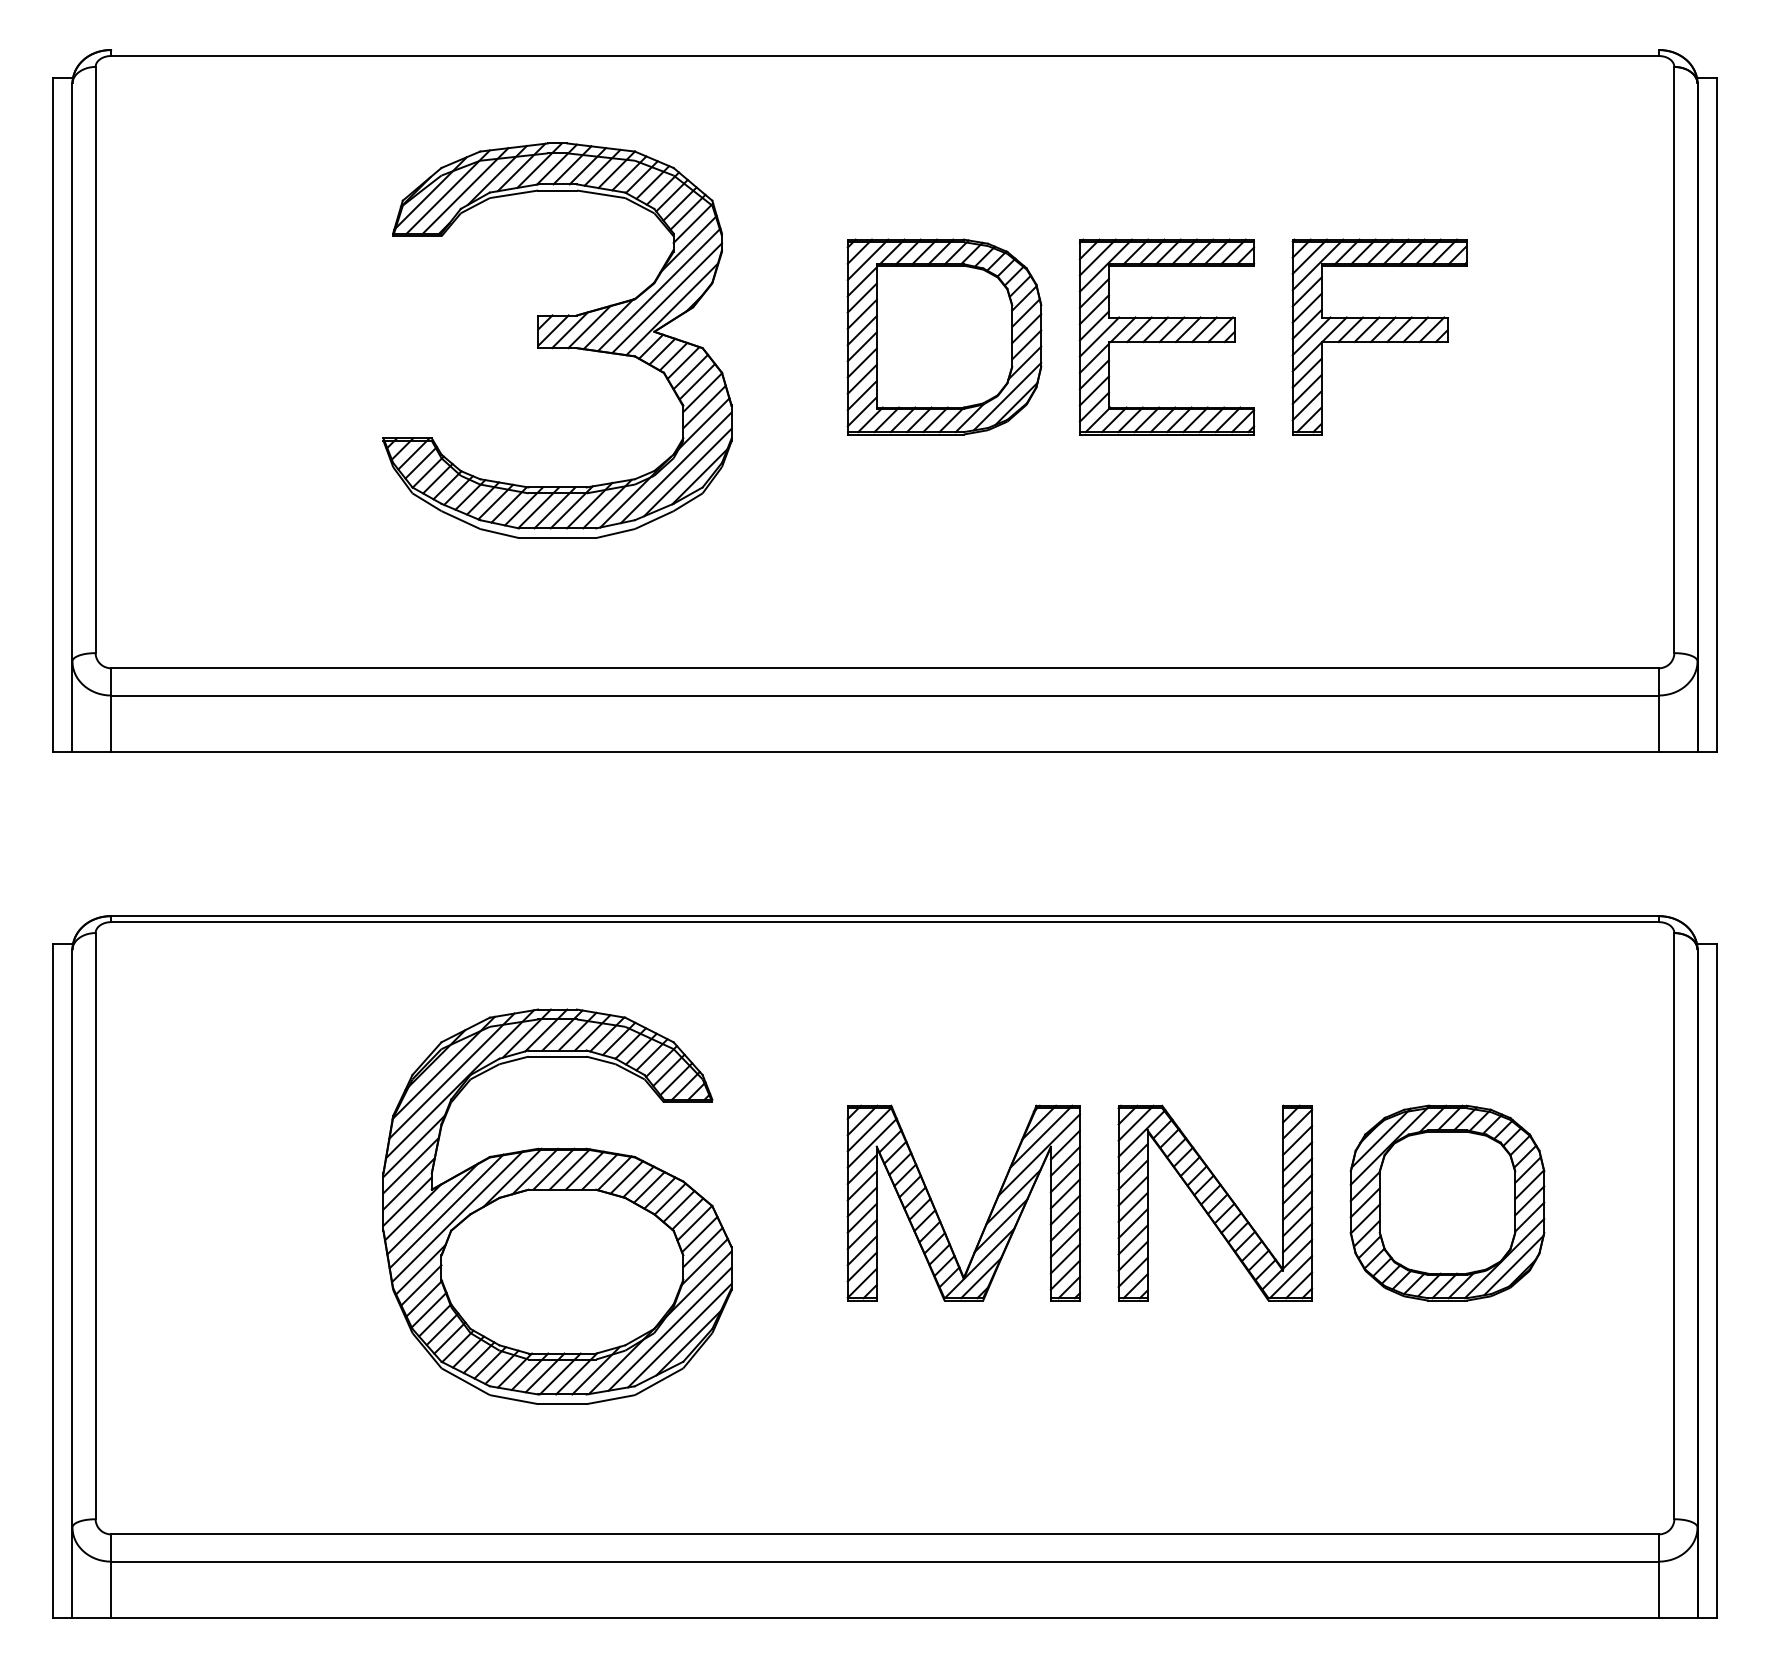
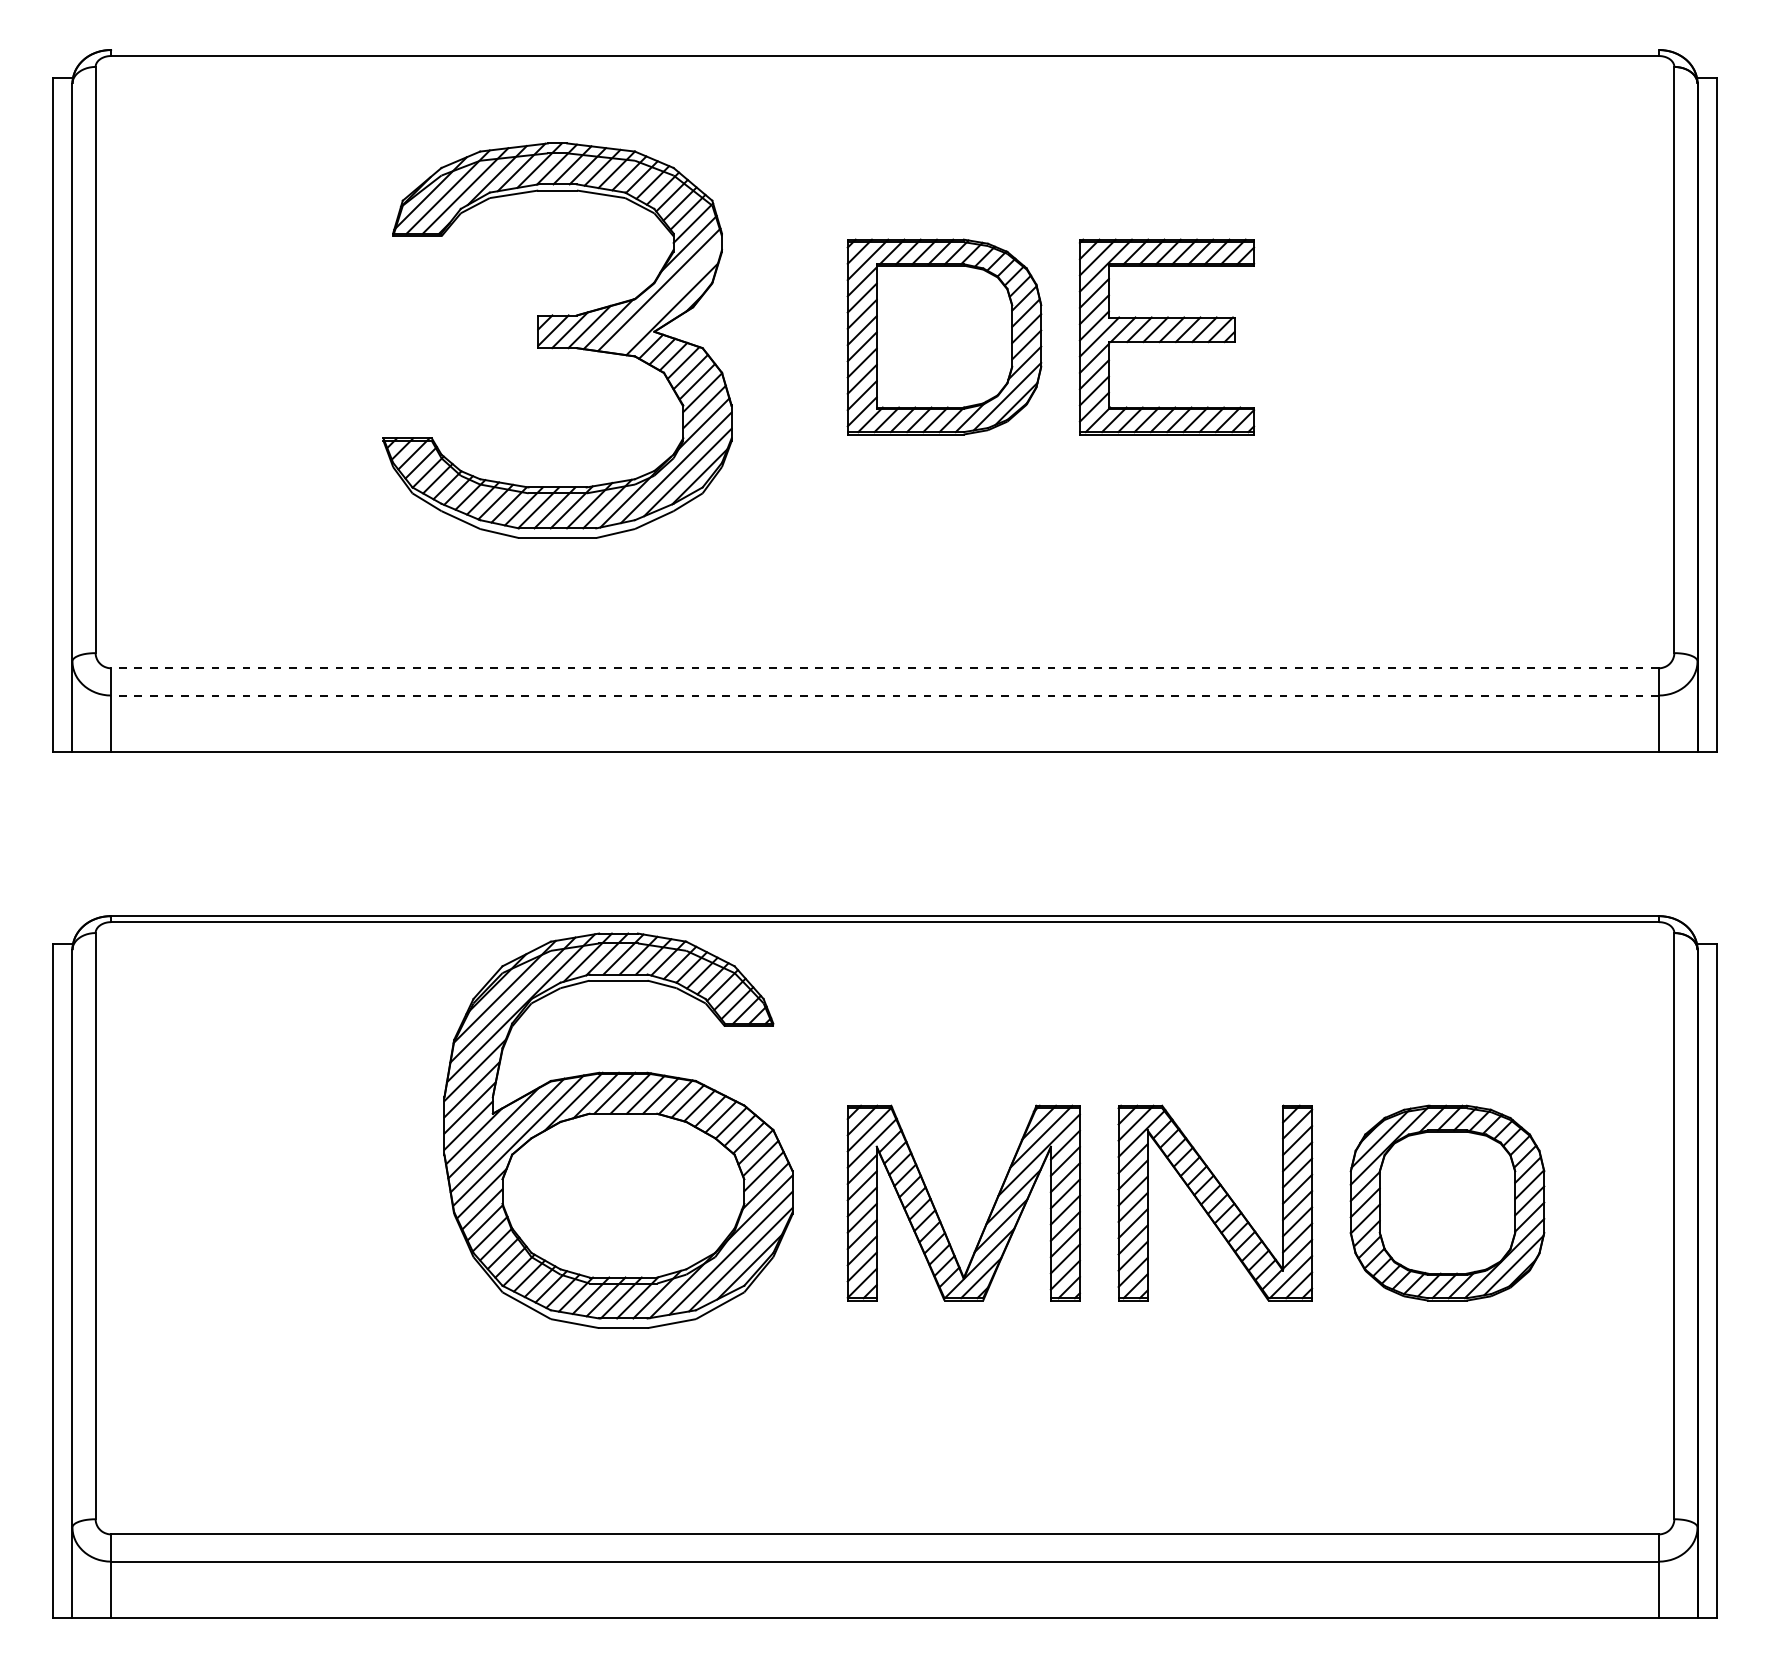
line at (667, 298): present -> none
part at (1379, 336): present -> none
line at (884, 668): solid -> dashed
line at (884, 695): solid -> dashed
part at (557, 1206) position: (557, 1206) -> (618, 1130)
